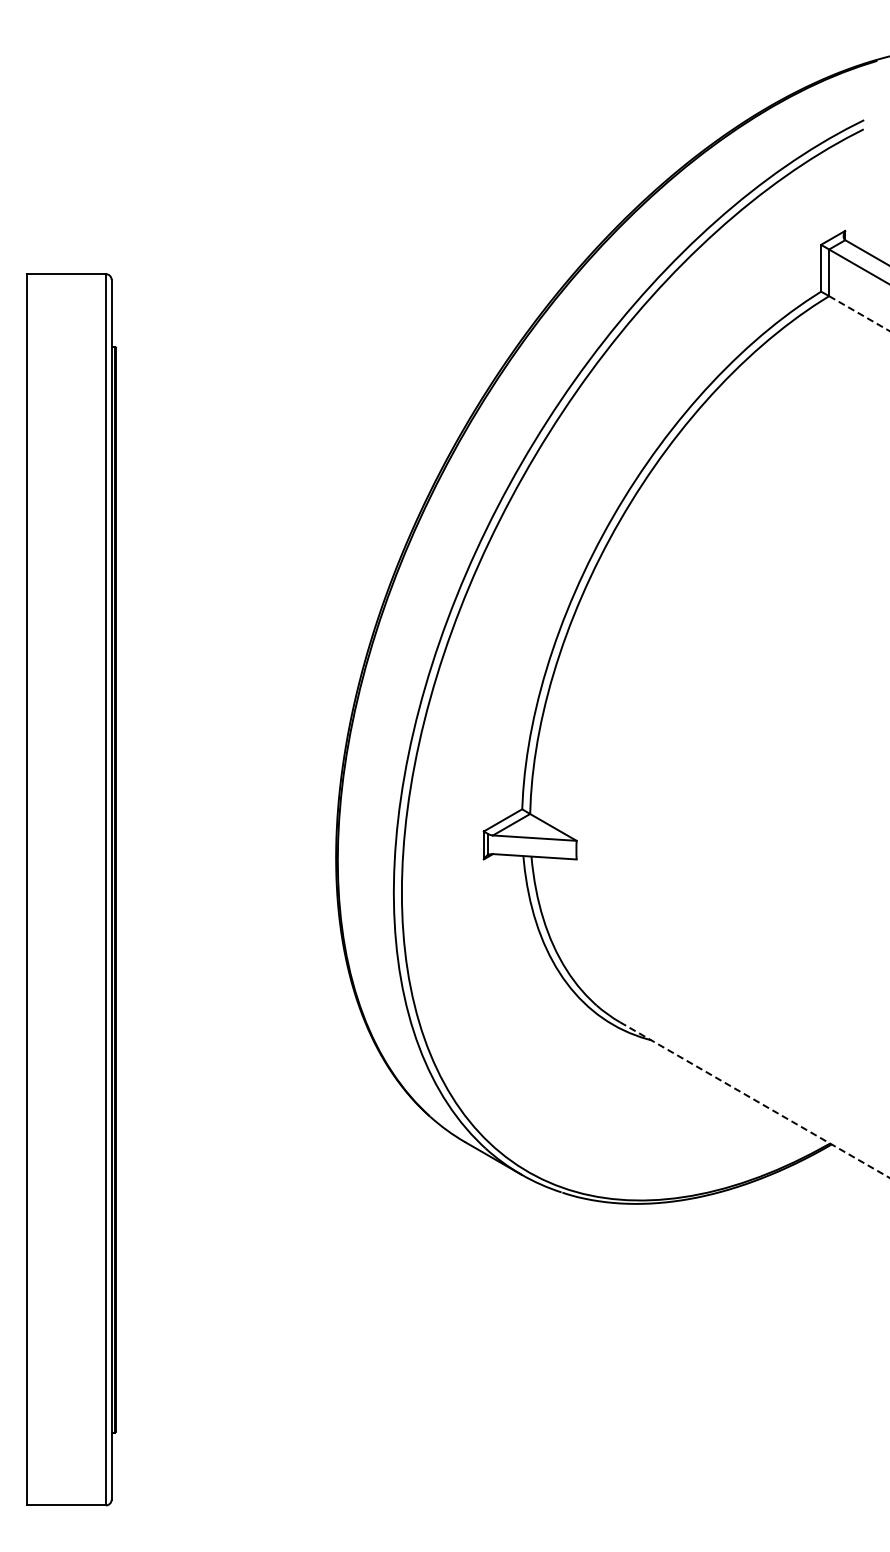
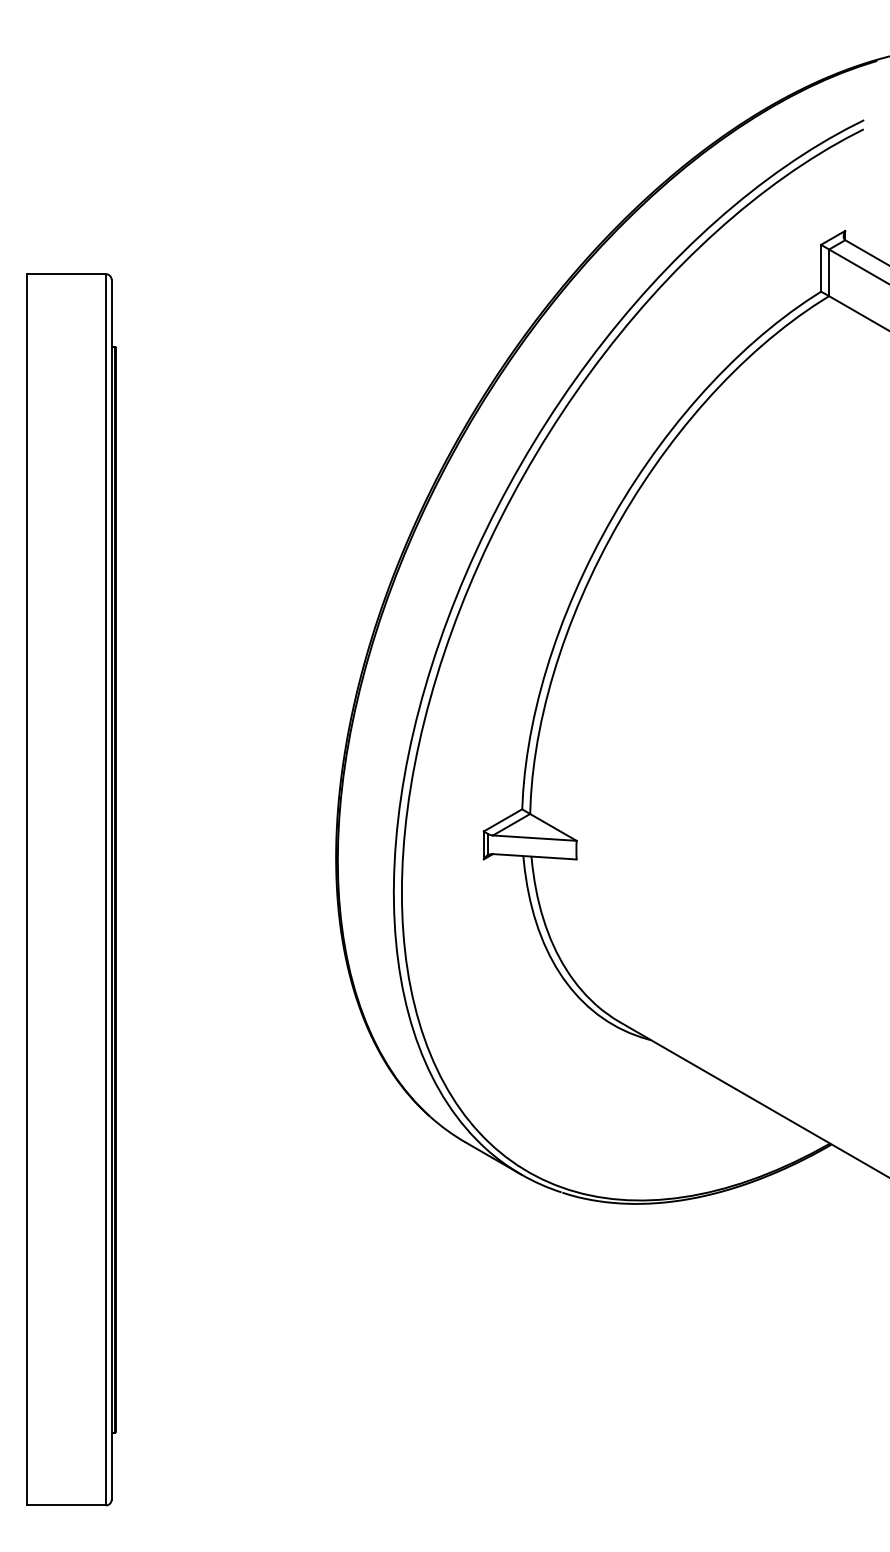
line at (859, 313): dashed -> solid
line at (755, 1100): dashed -> solid
